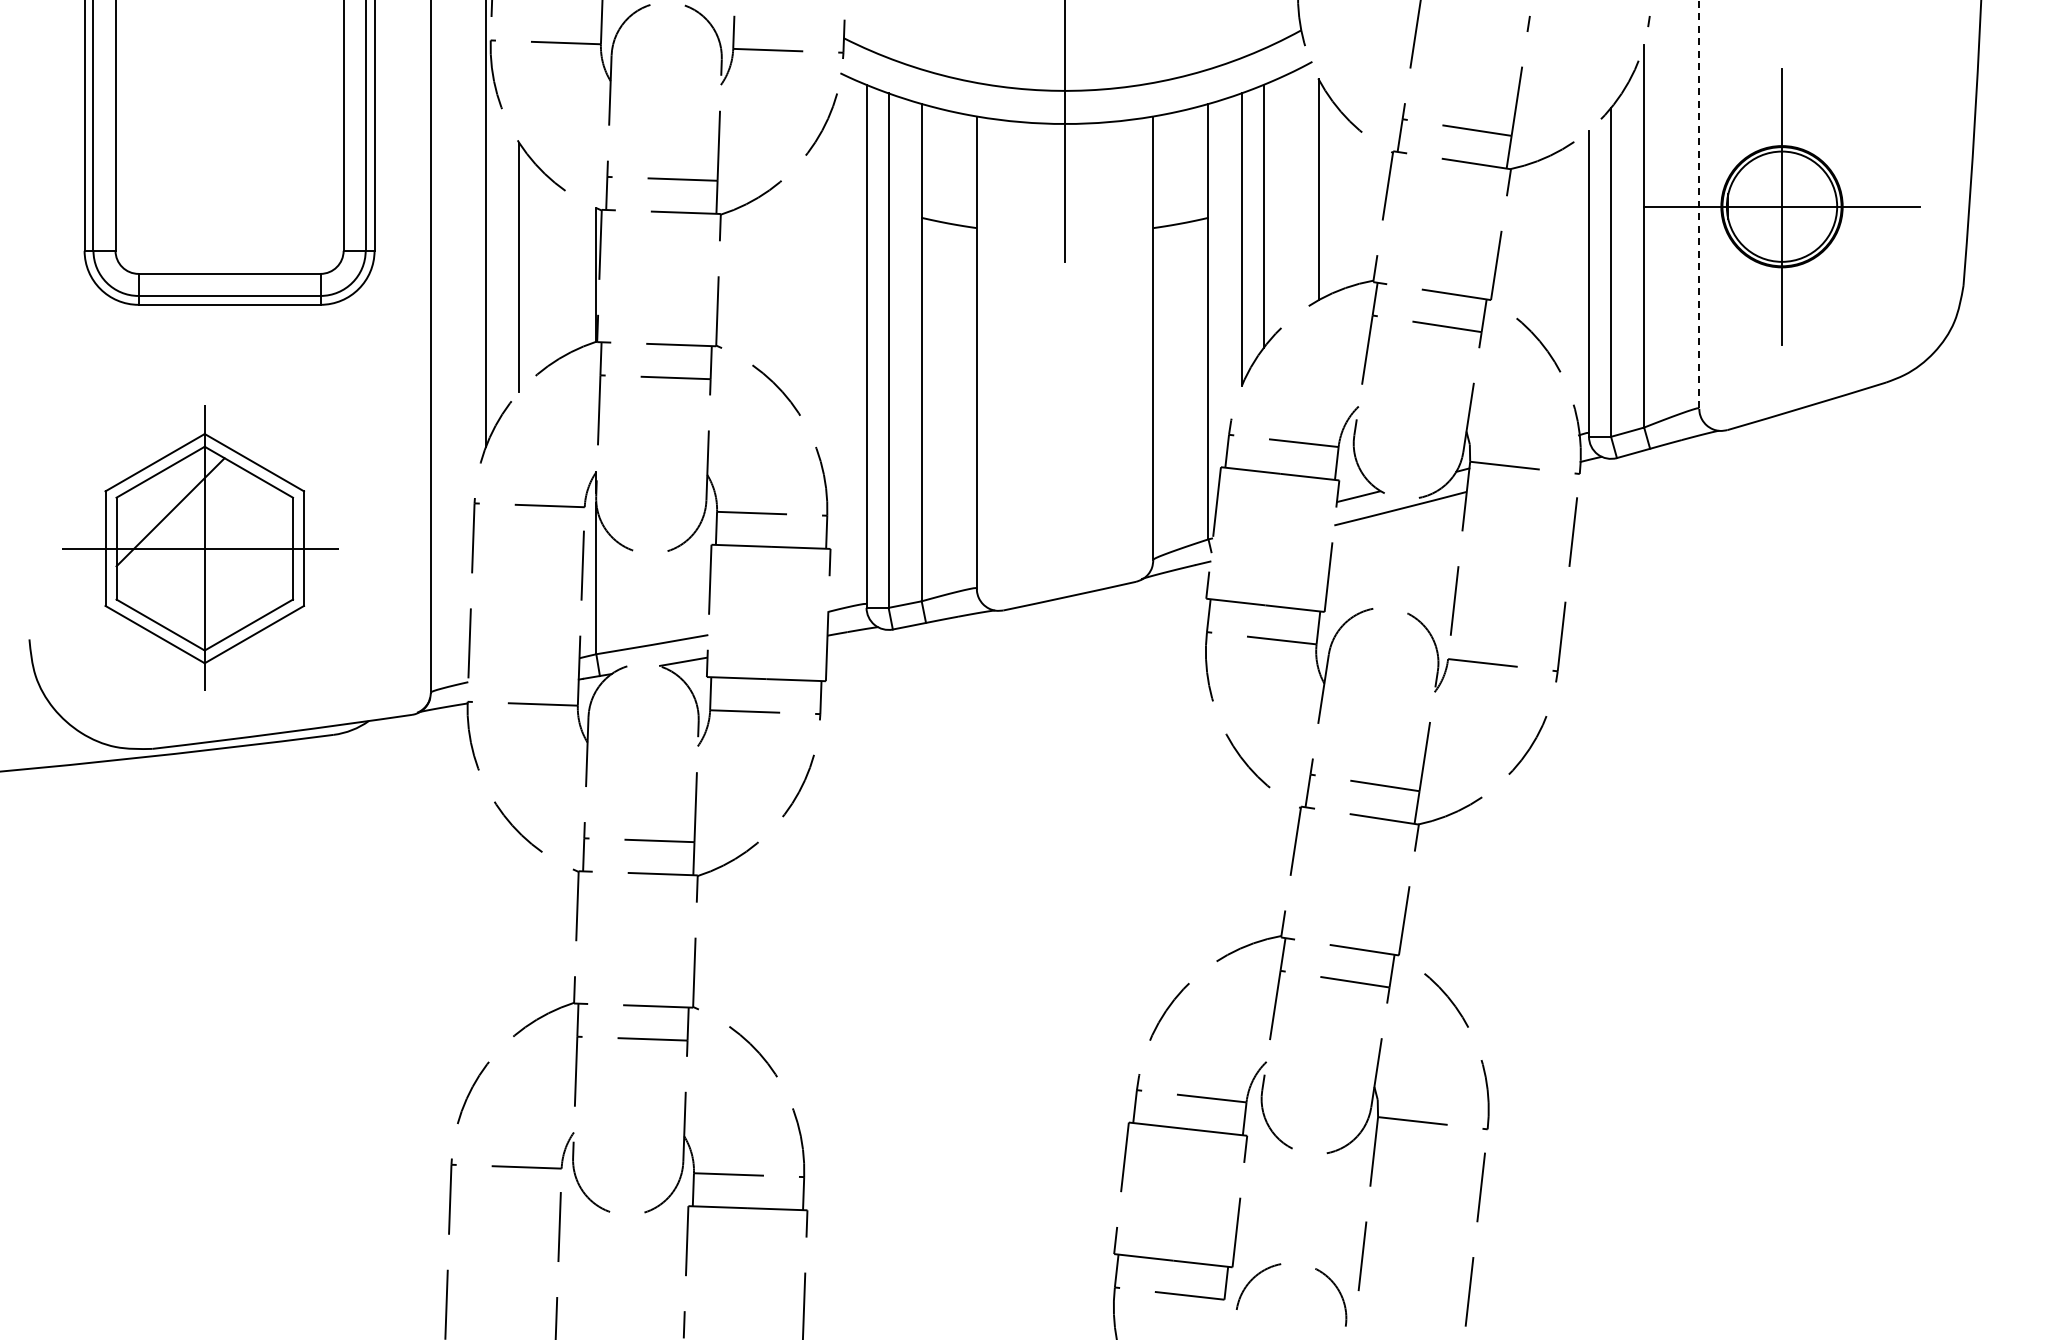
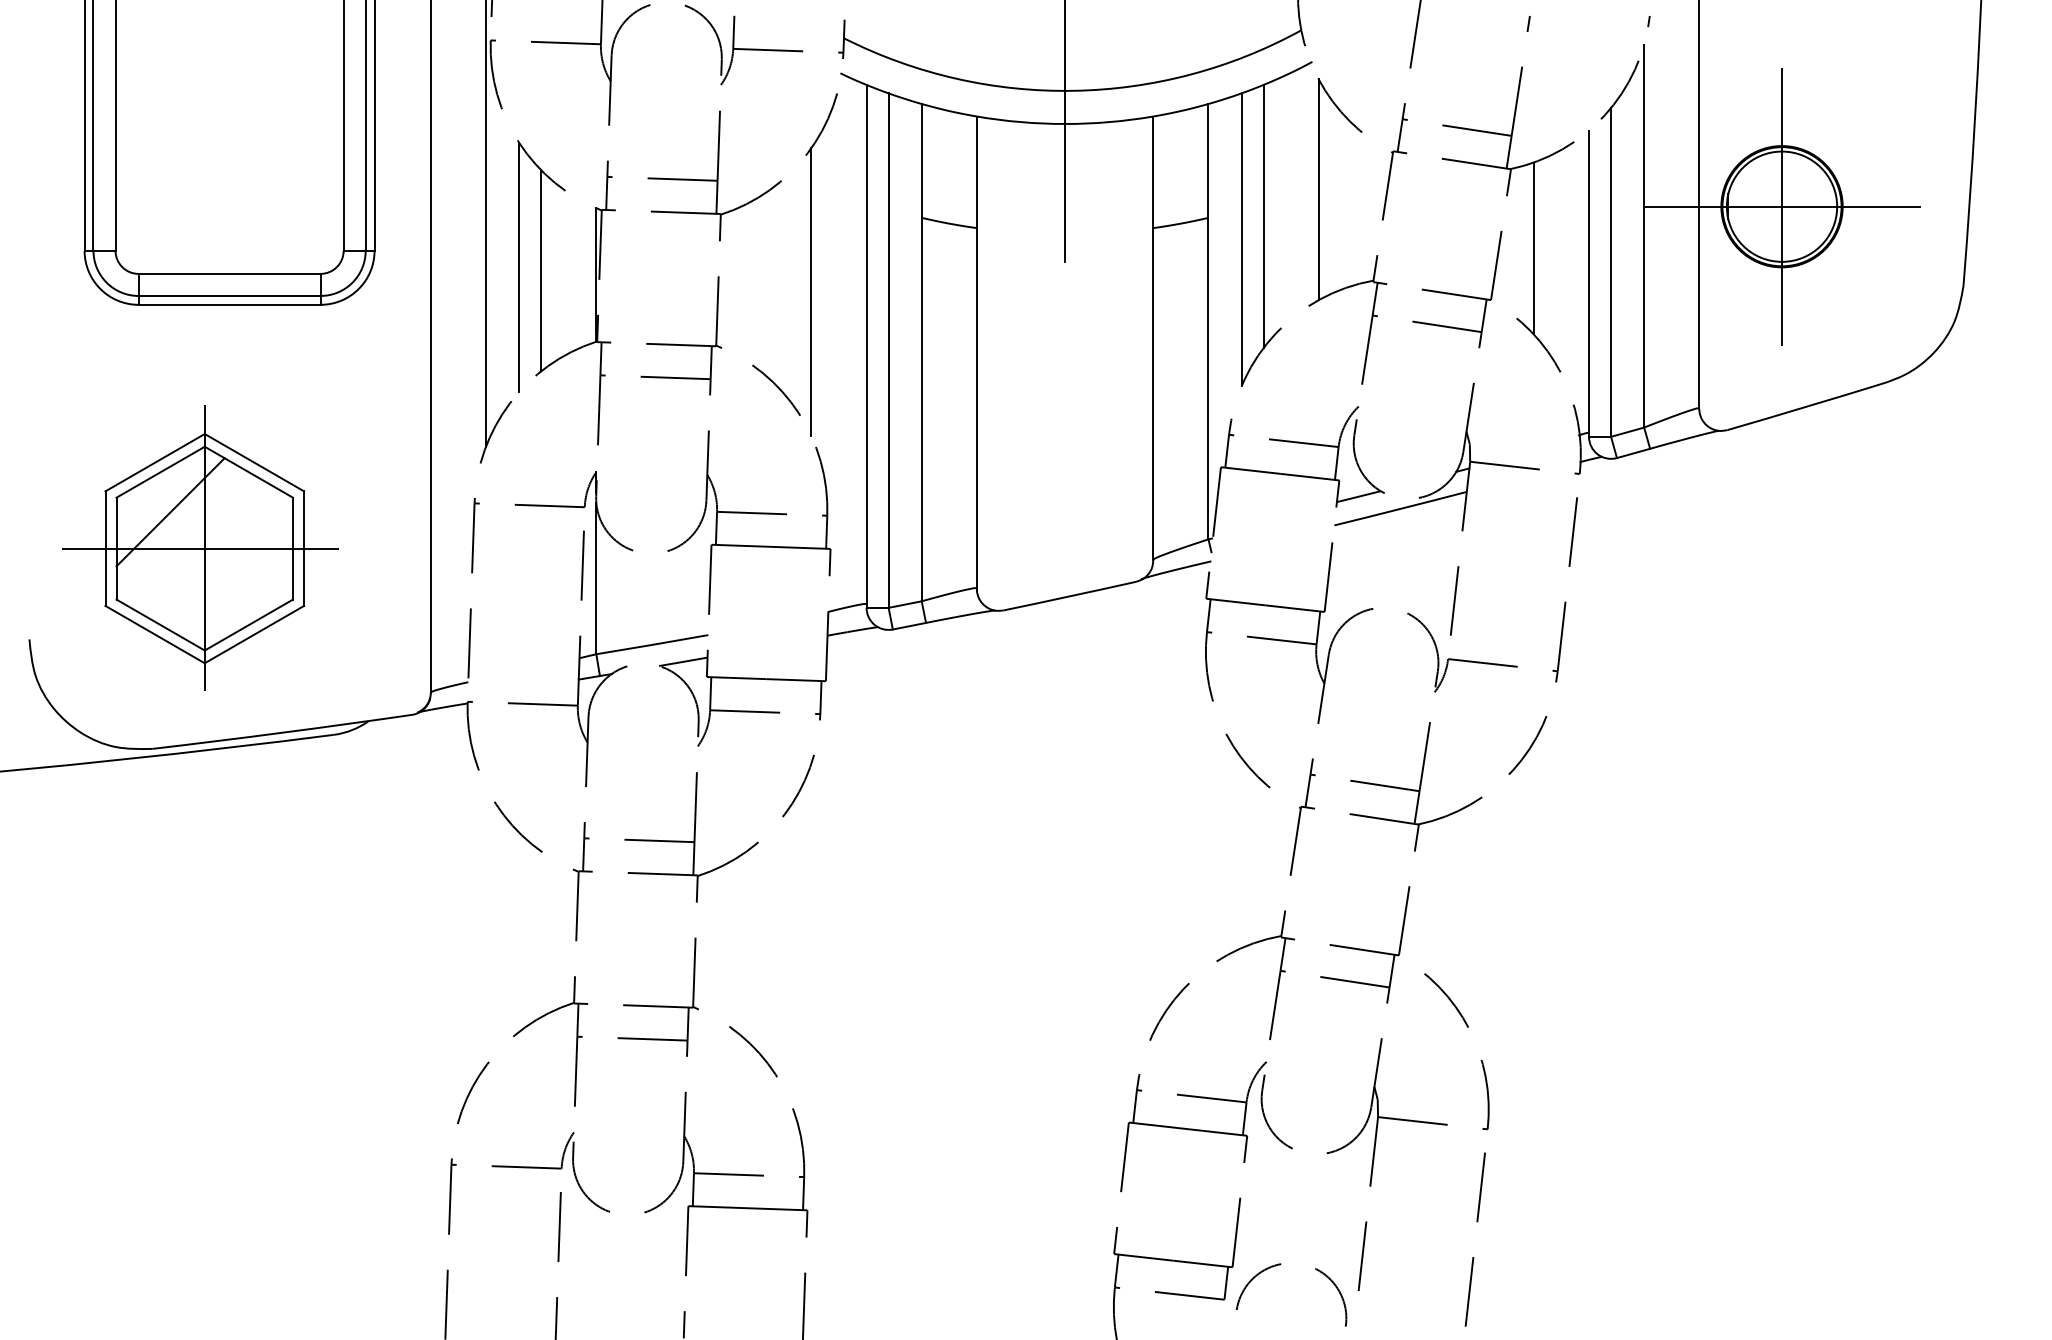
line at (1699, 204): dashed -> solid
line at (1533, 248): none -> present
line at (541, 270): none -> present
line at (811, 292): none -> present
